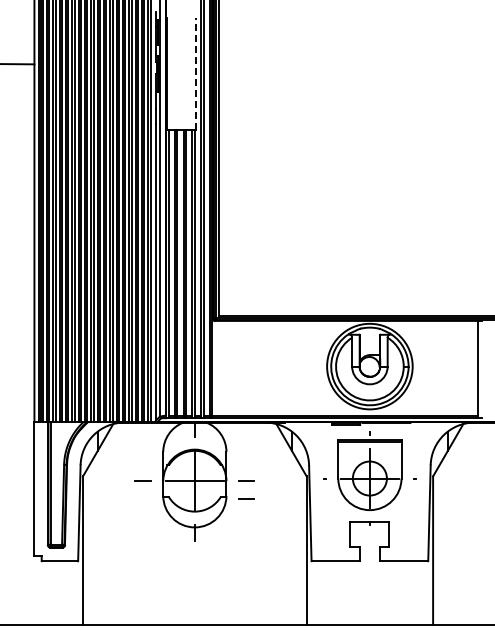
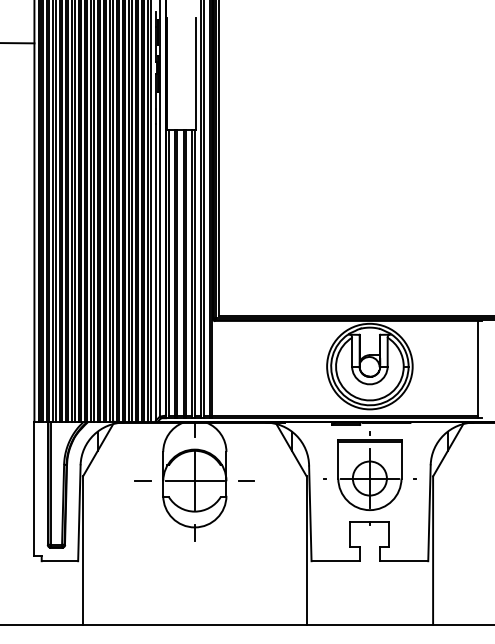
line at (18, 64) position: (18, 64) -> (18, 43)
line at (195, 74): dashed -> solid
line at (246, 498): present -> none
